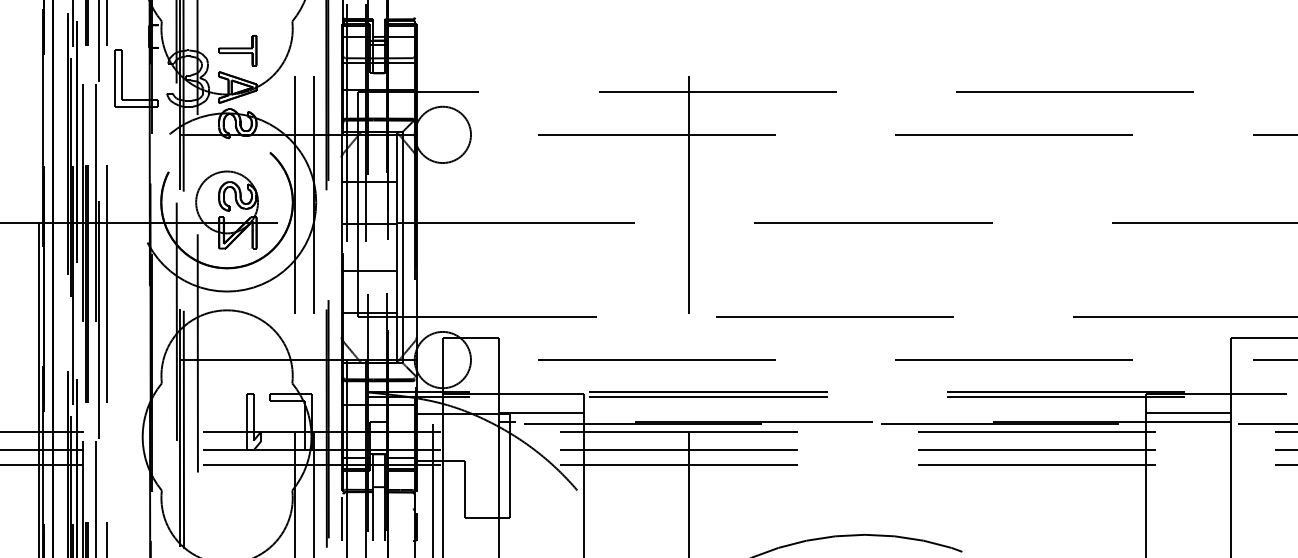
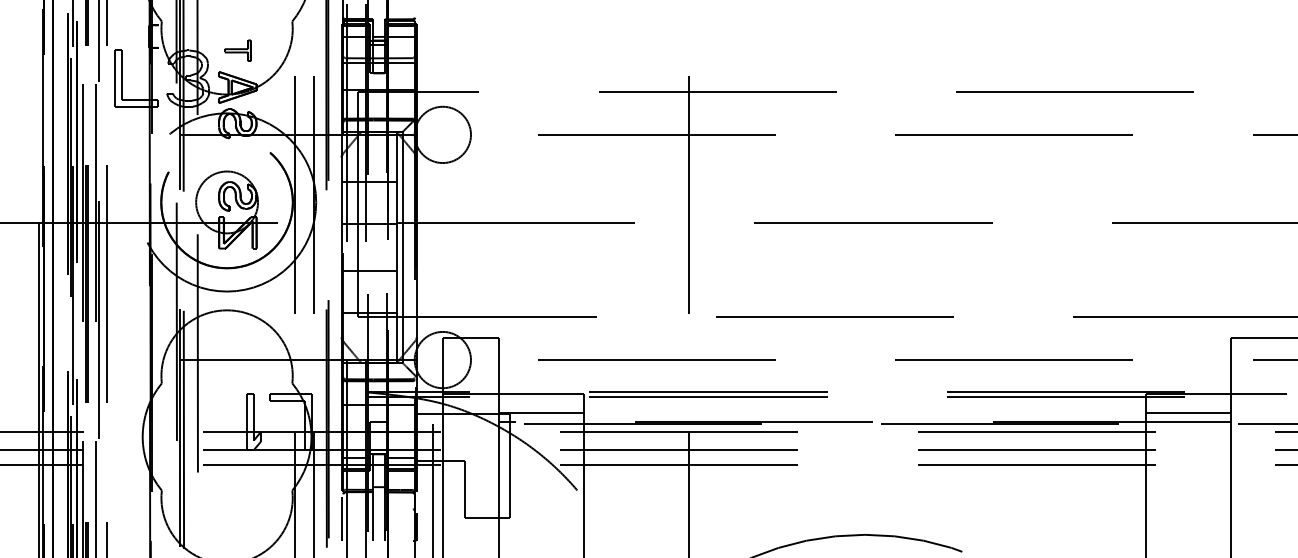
part at (237, 50) size: 40x32 px -> 28x23 px
